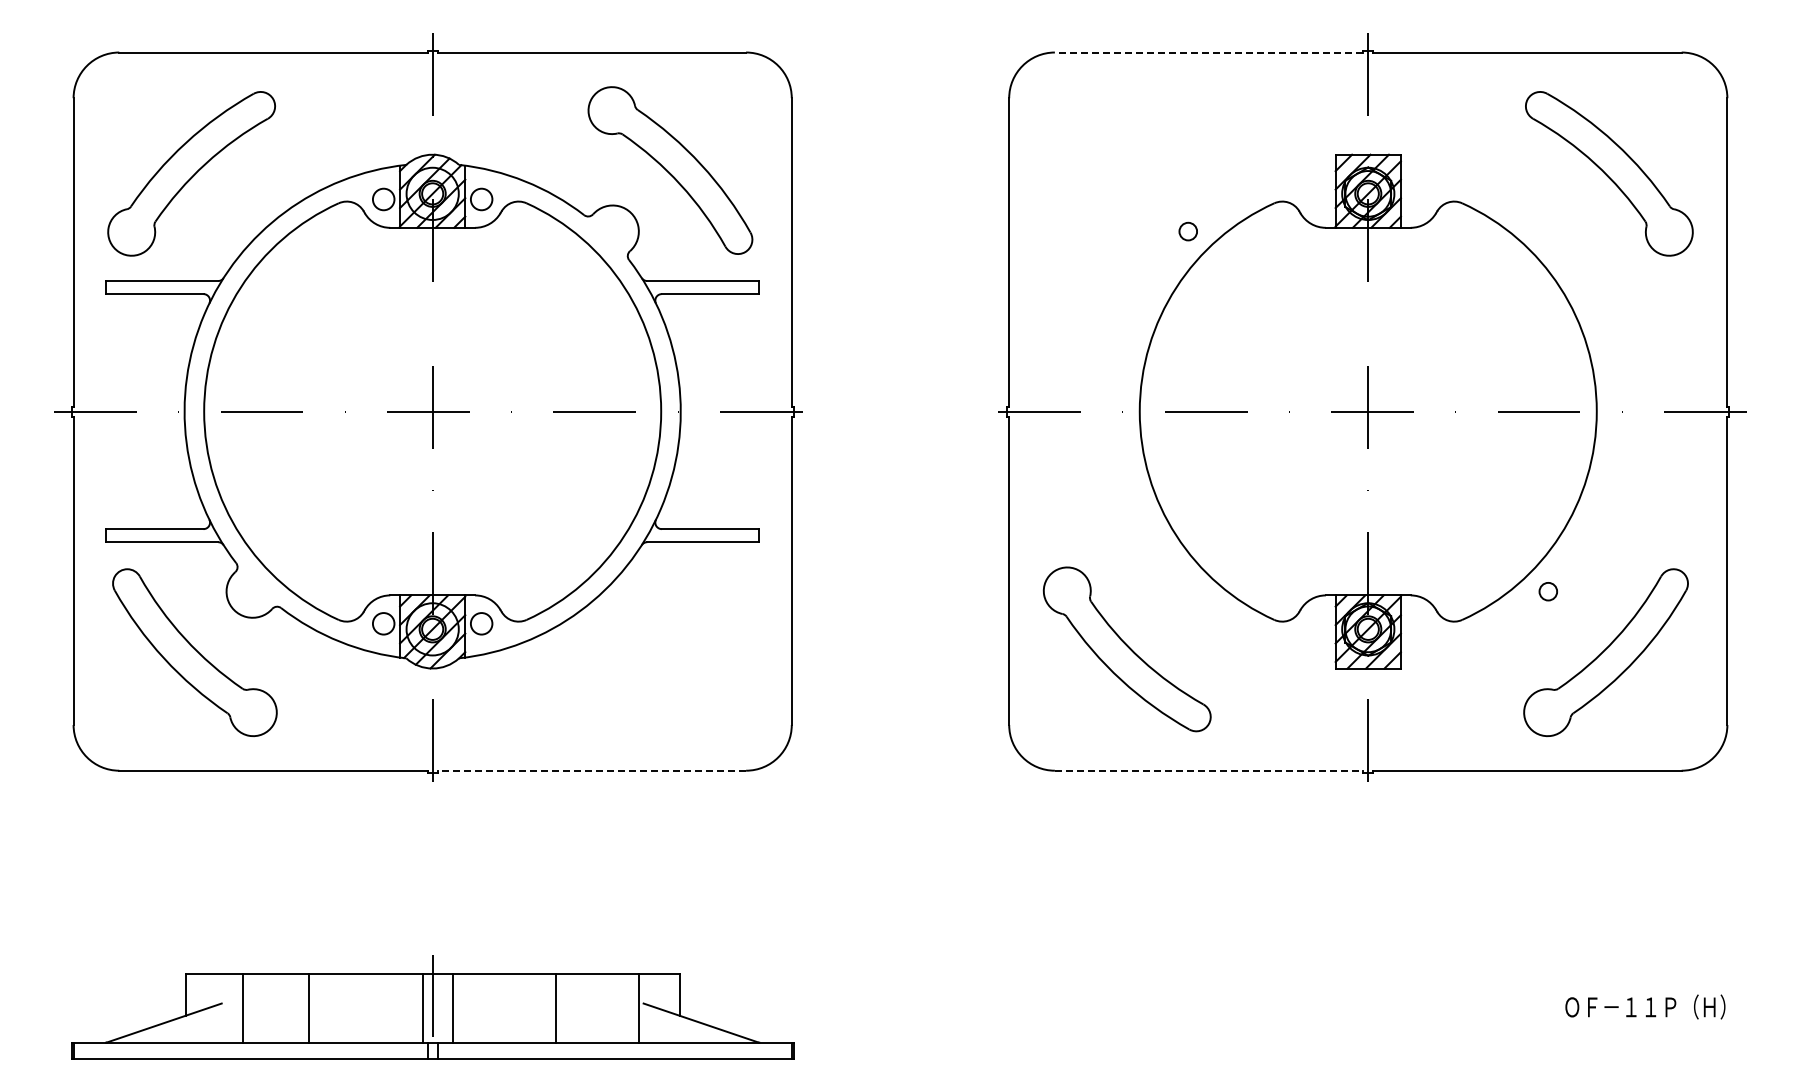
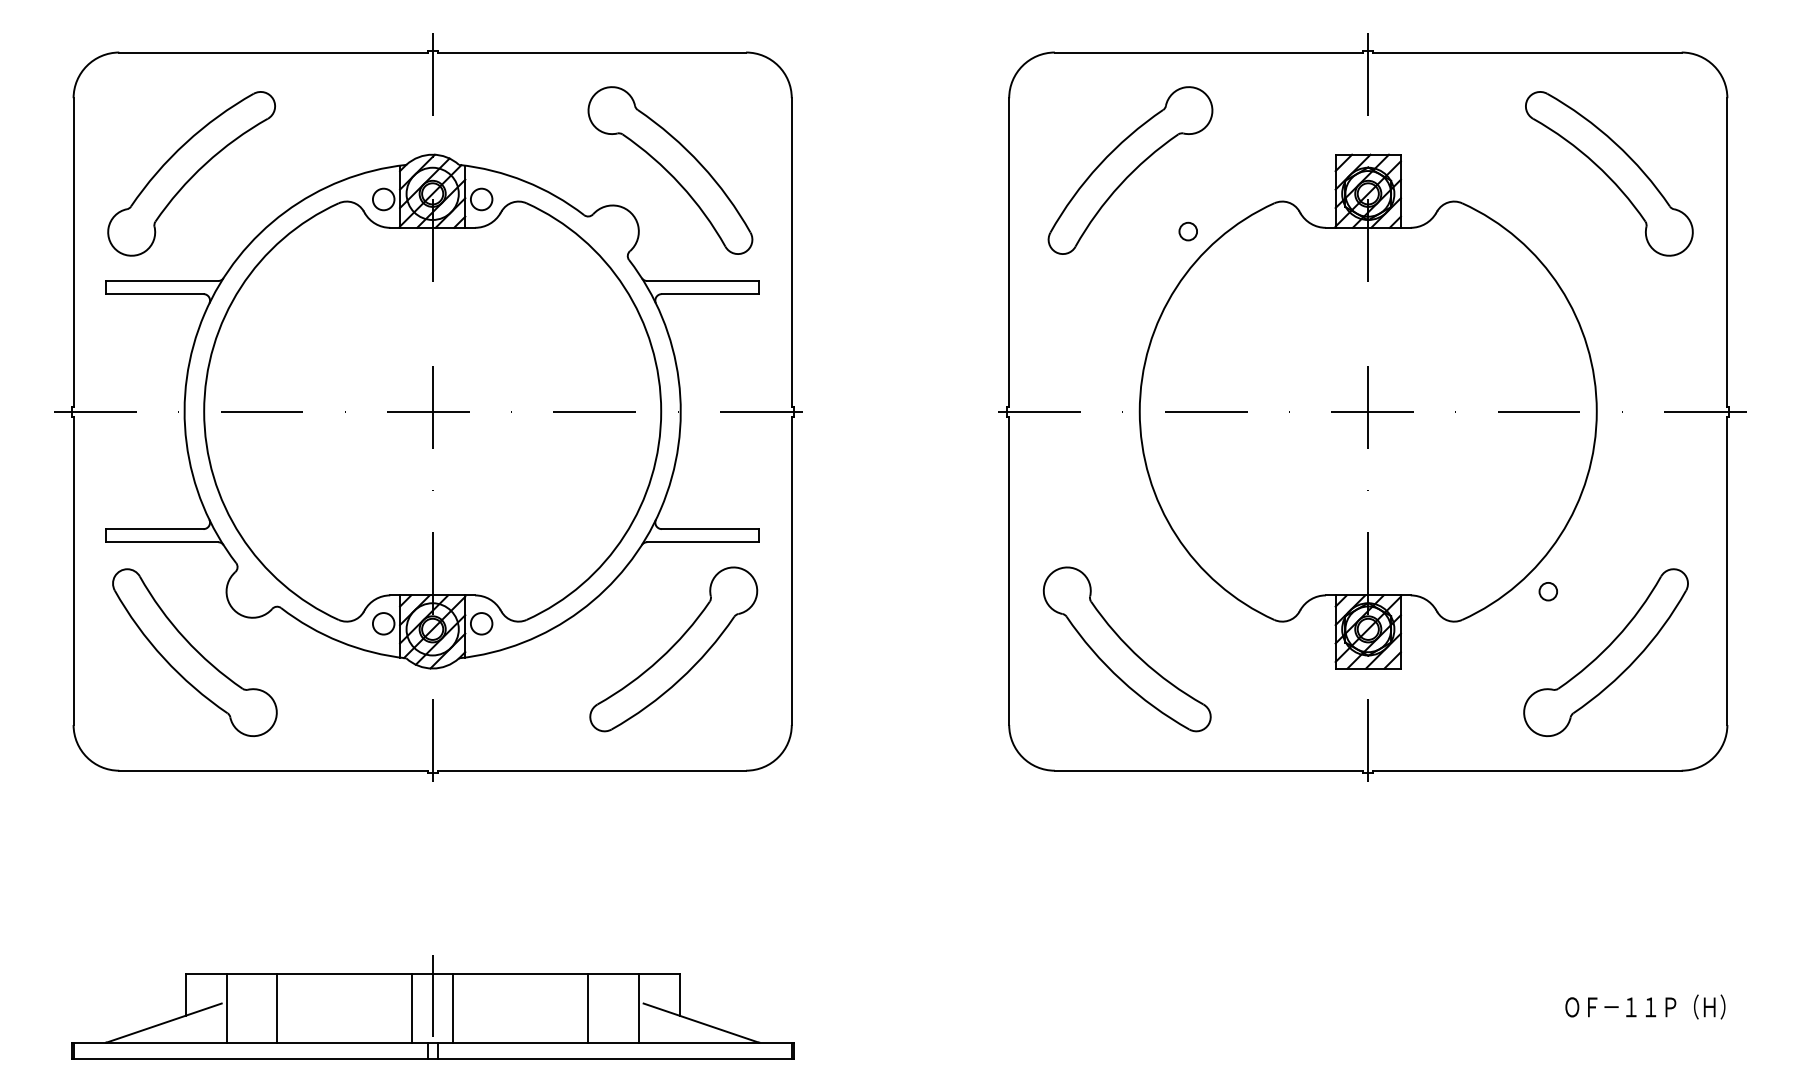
line at (1208, 52): dashed -> solid
part at (1130, 170): none -> present
part at (673, 649): none -> present
line at (591, 770): dashed -> solid
line at (1209, 770): dashed -> solid
line at (242, 1008) position: (242, 1008) -> (226, 1008)
line at (309, 1008) position: (309, 1008) -> (277, 1008)
line at (423, 1008) position: (423, 1008) -> (412, 1008)
line at (556, 1008) position: (556, 1008) -> (588, 1008)
